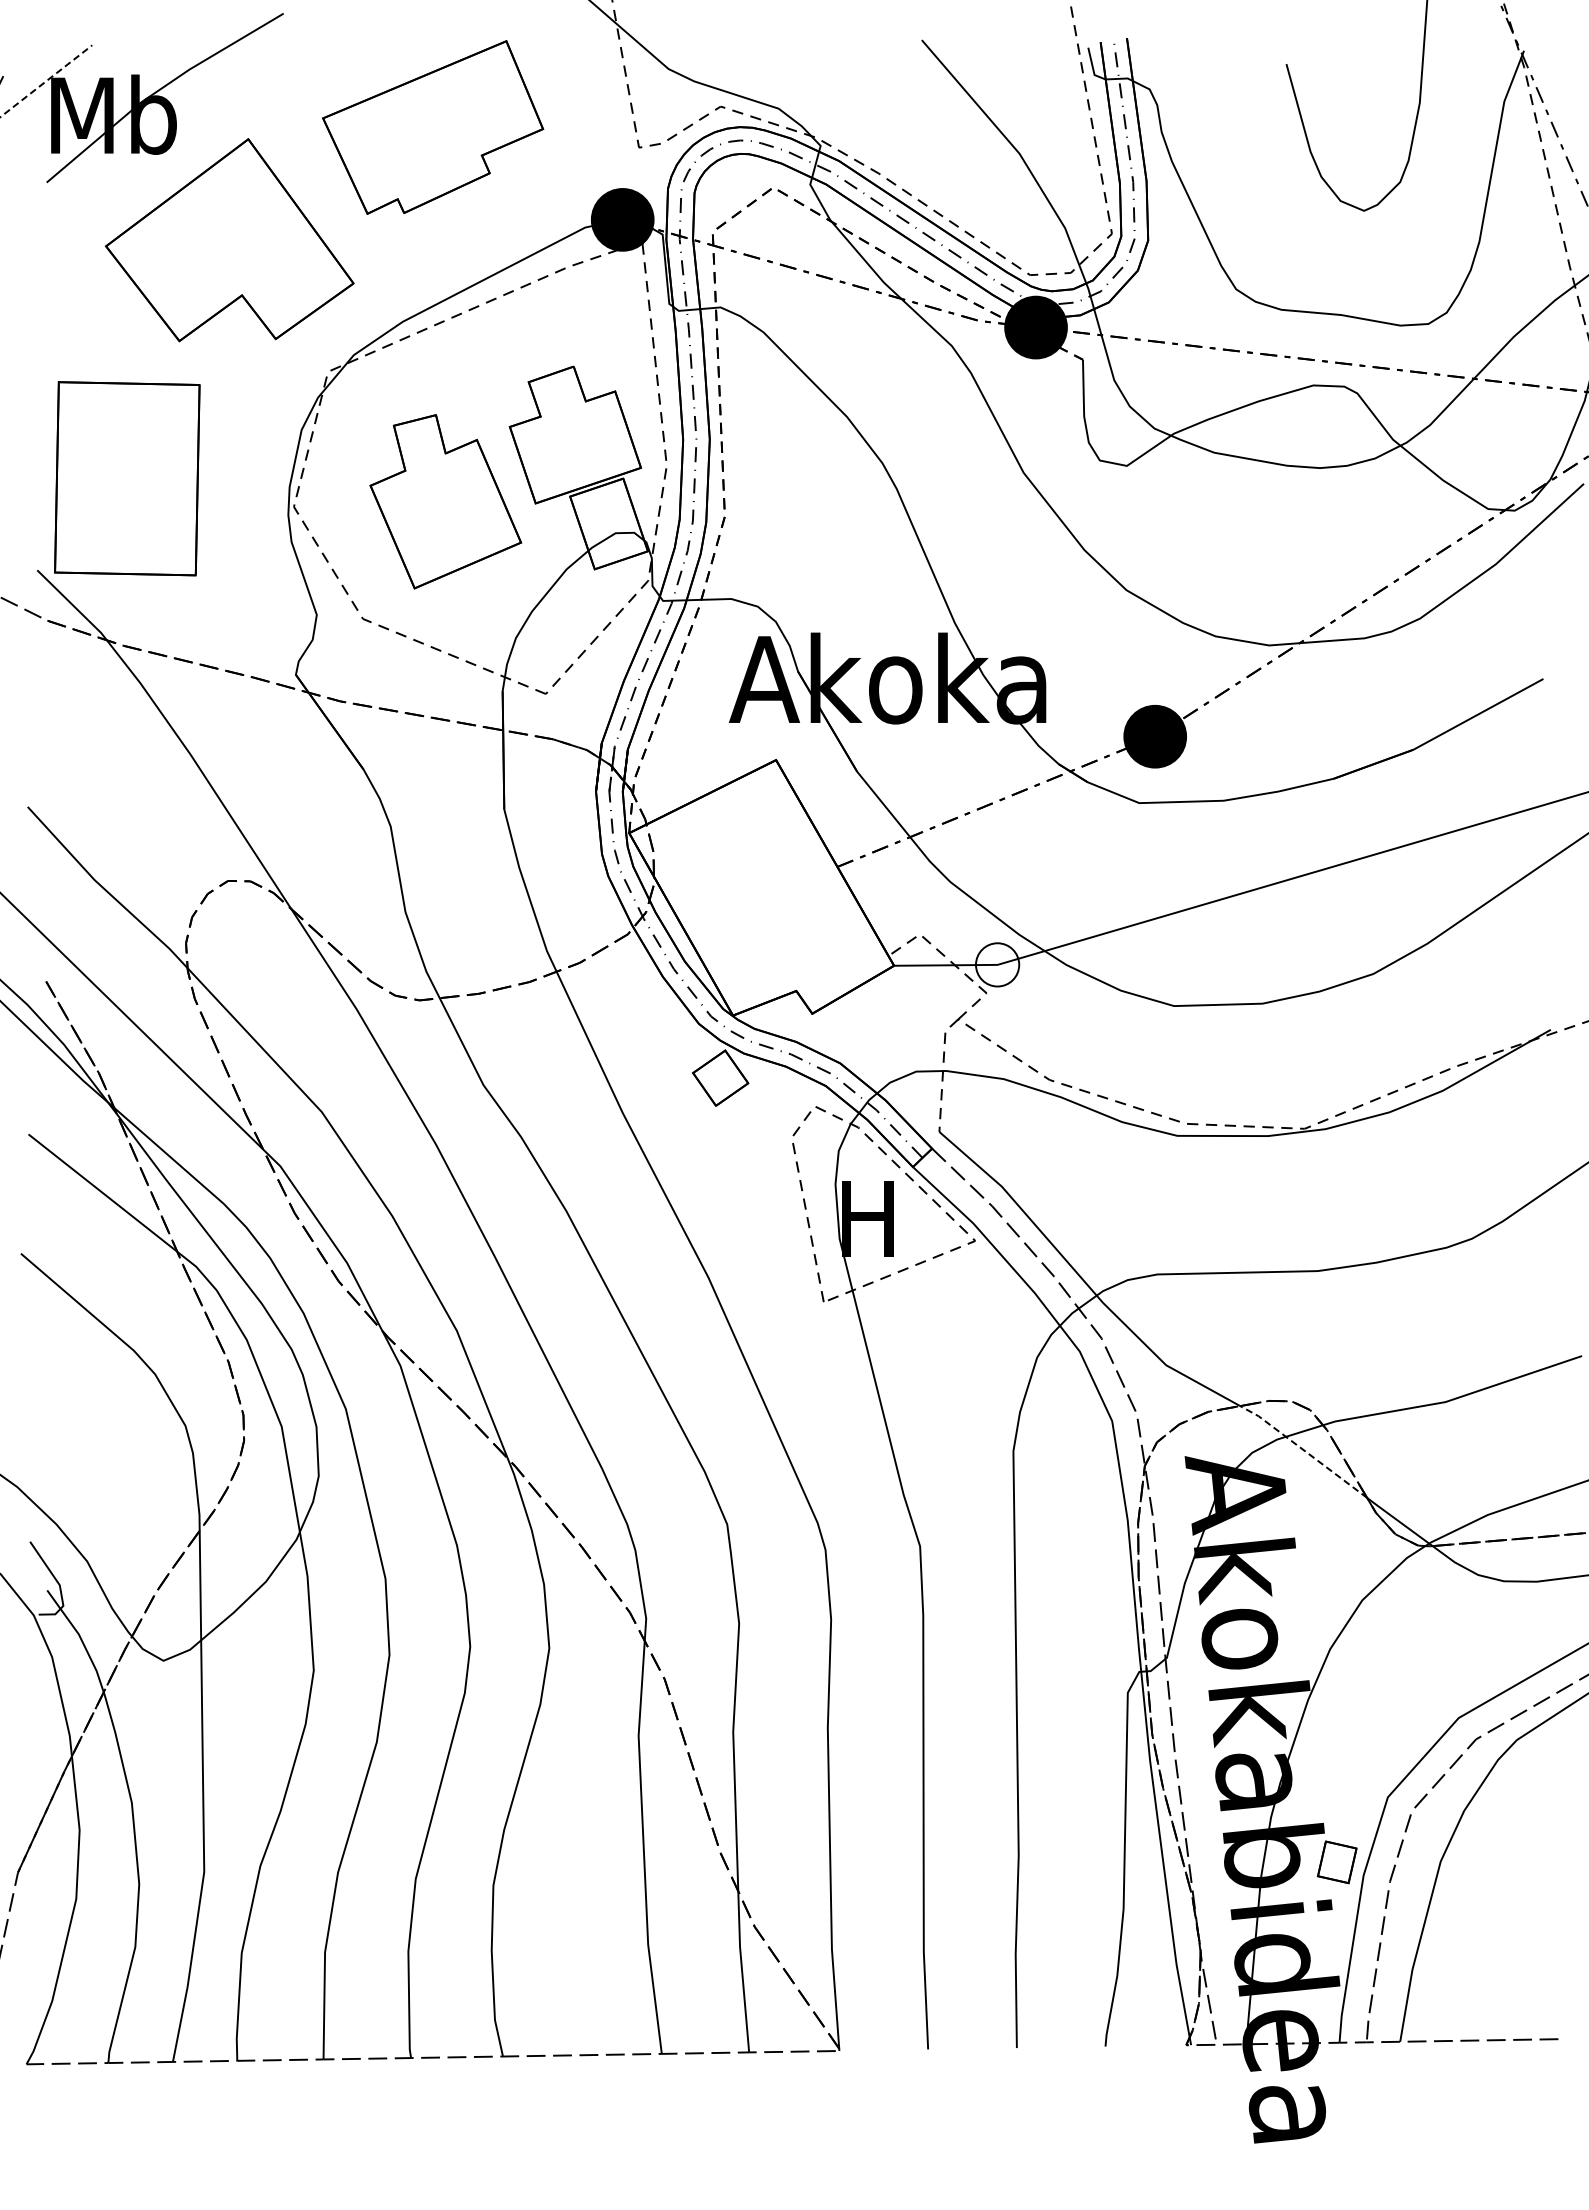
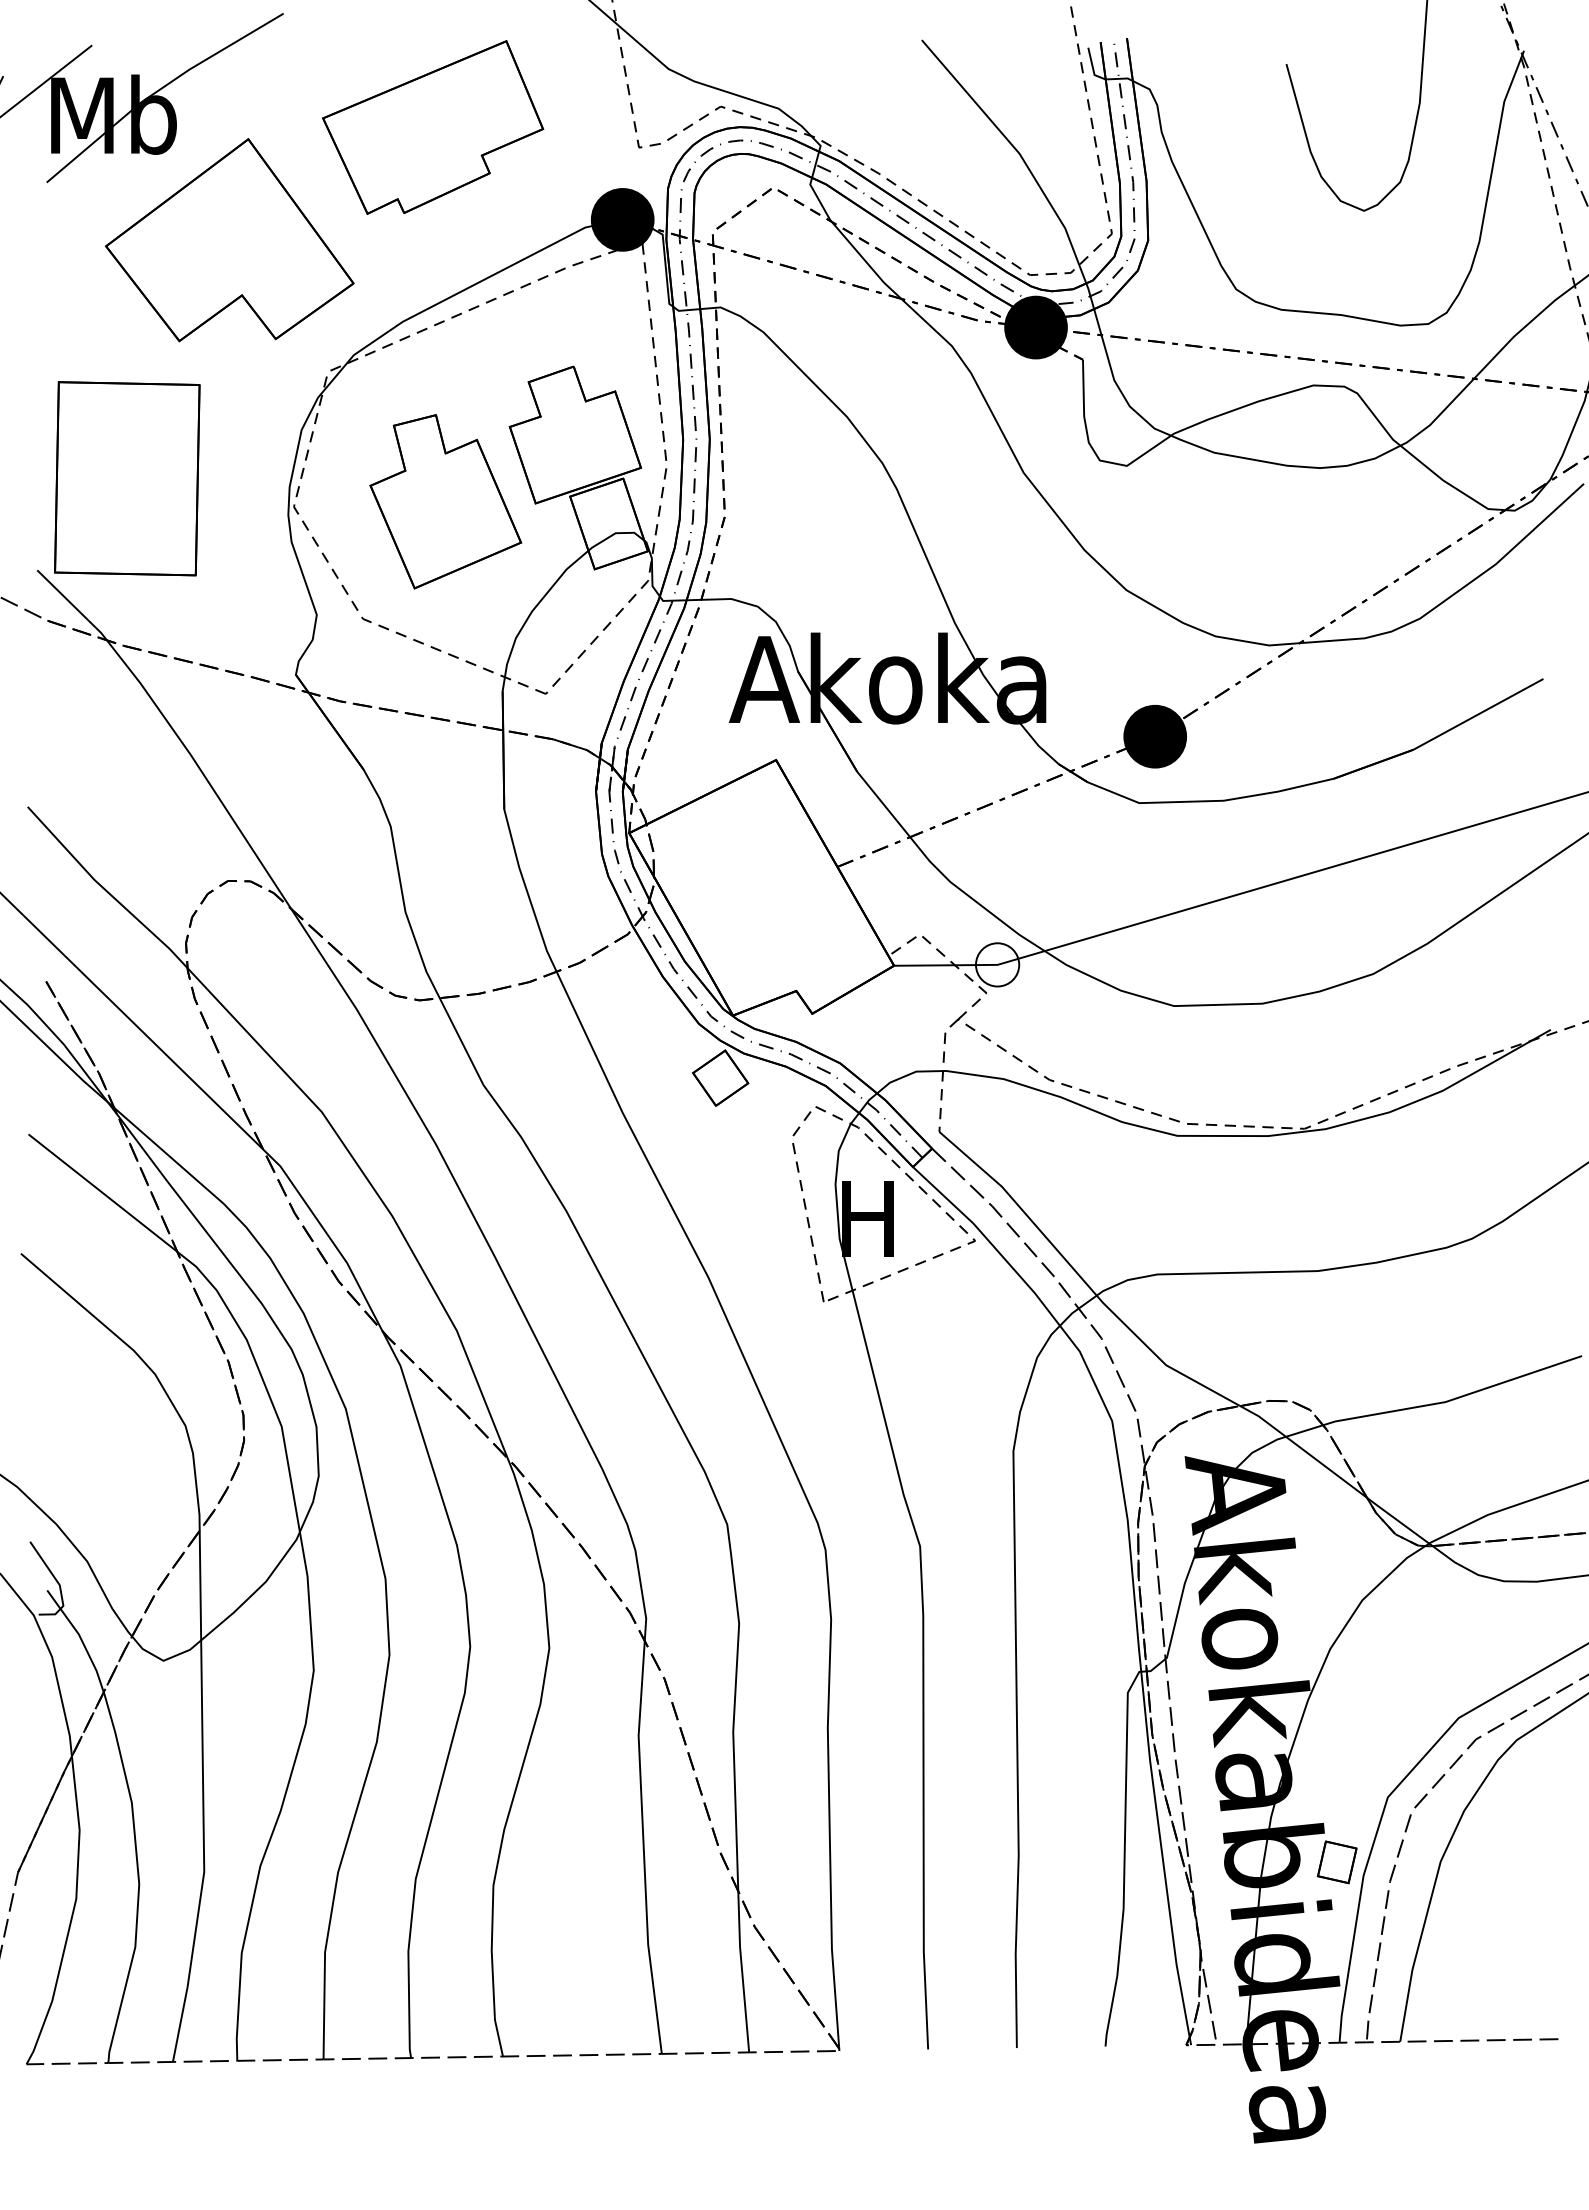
line at (46, 80): dashed -> solid
line at (1303, 1449): dashed -> solid
